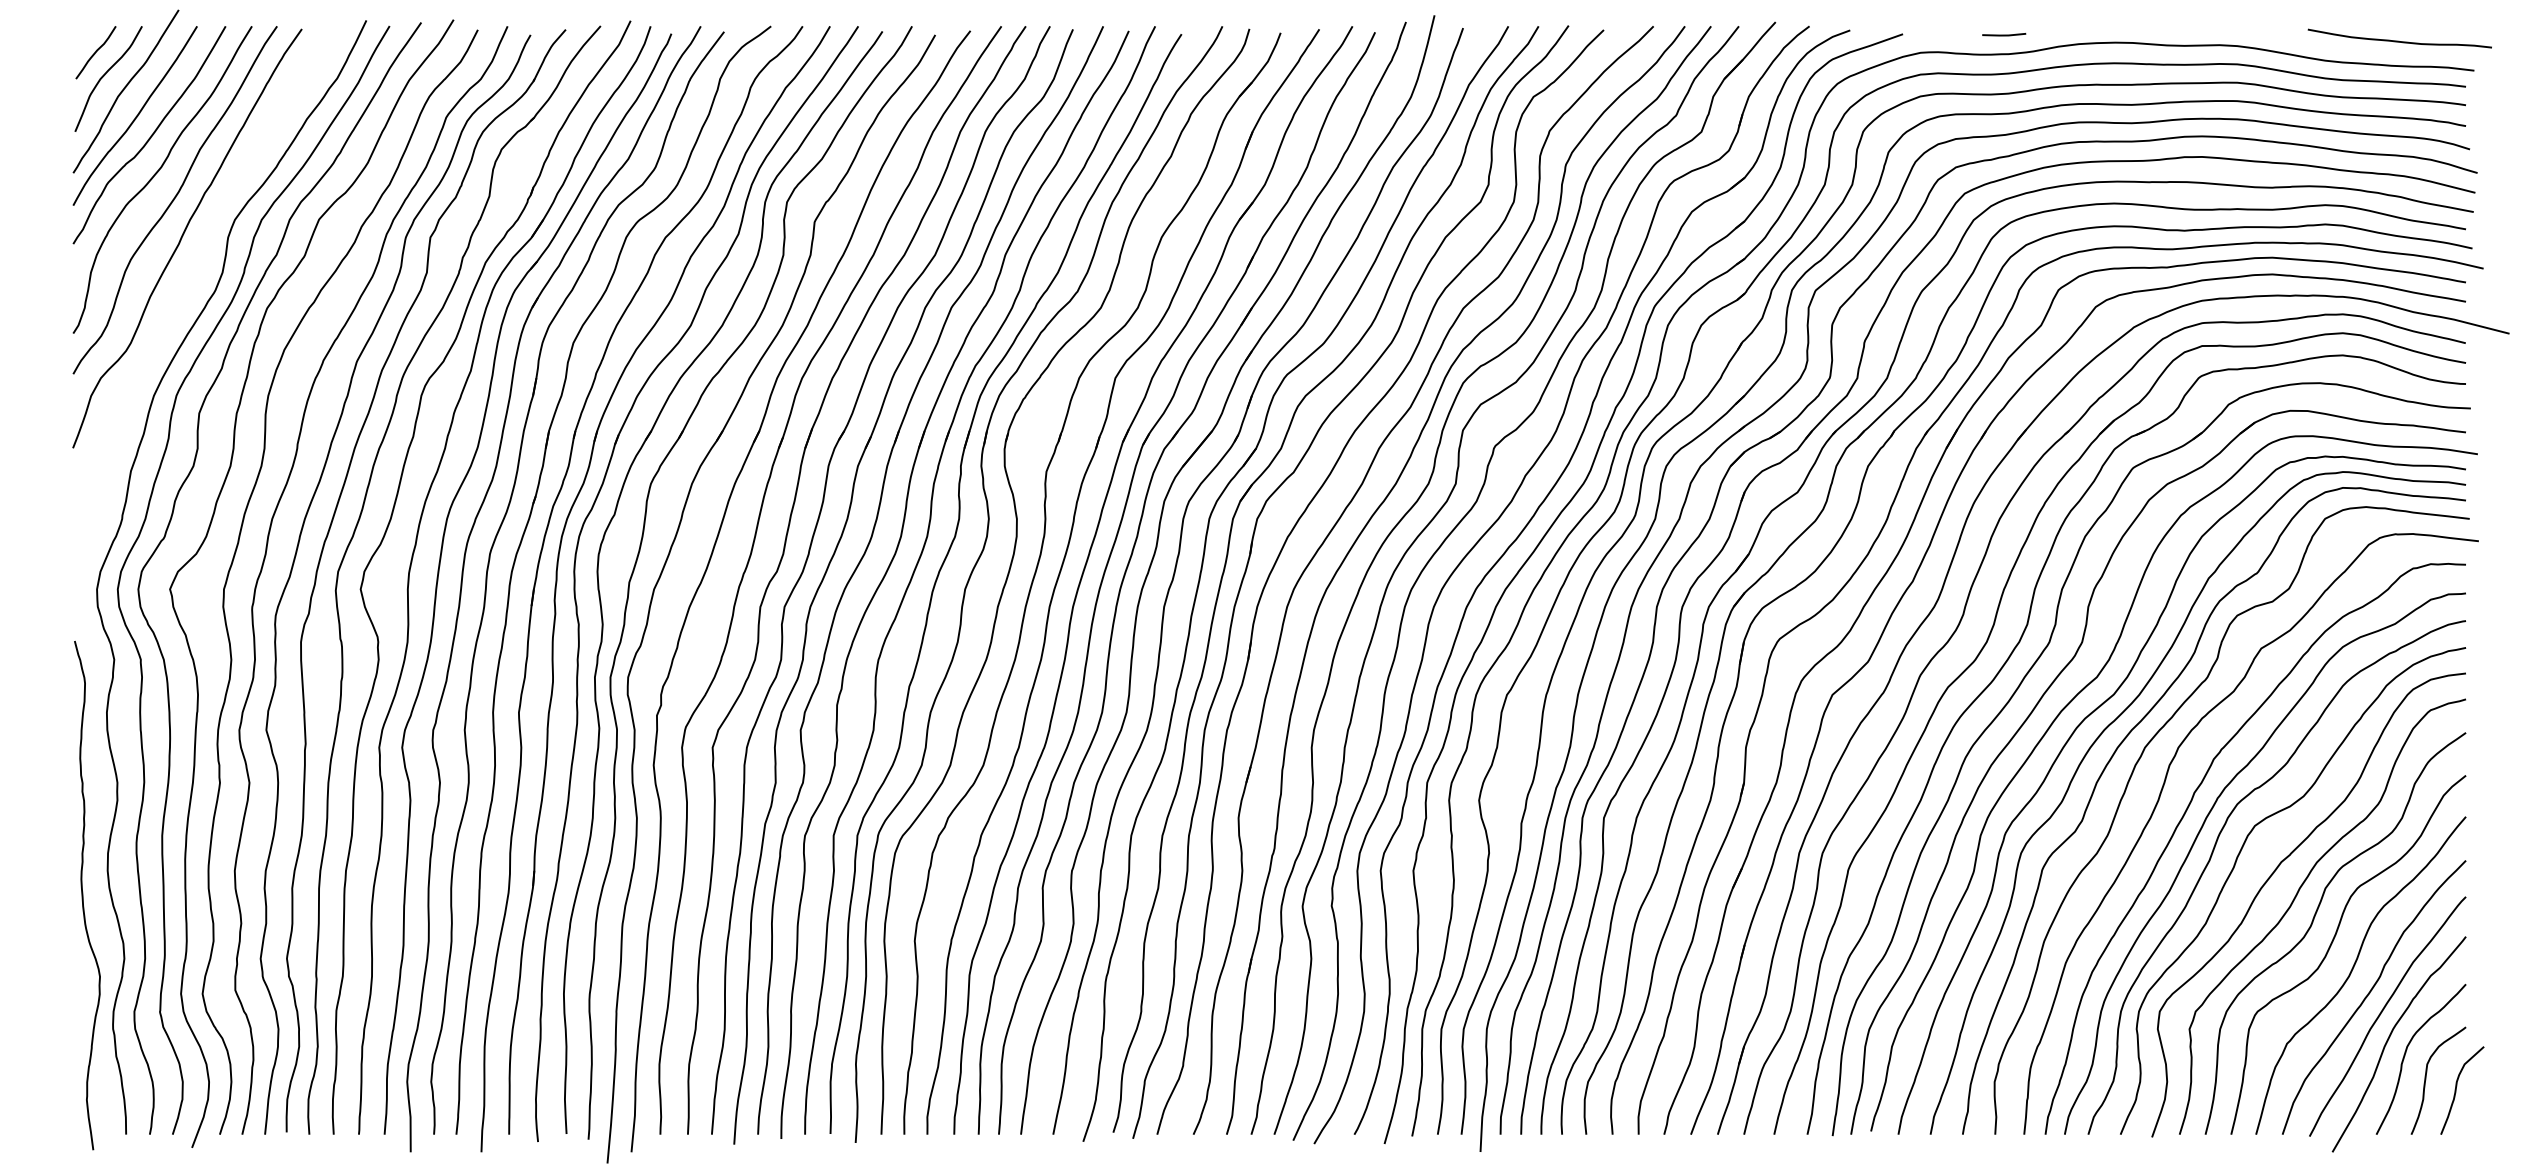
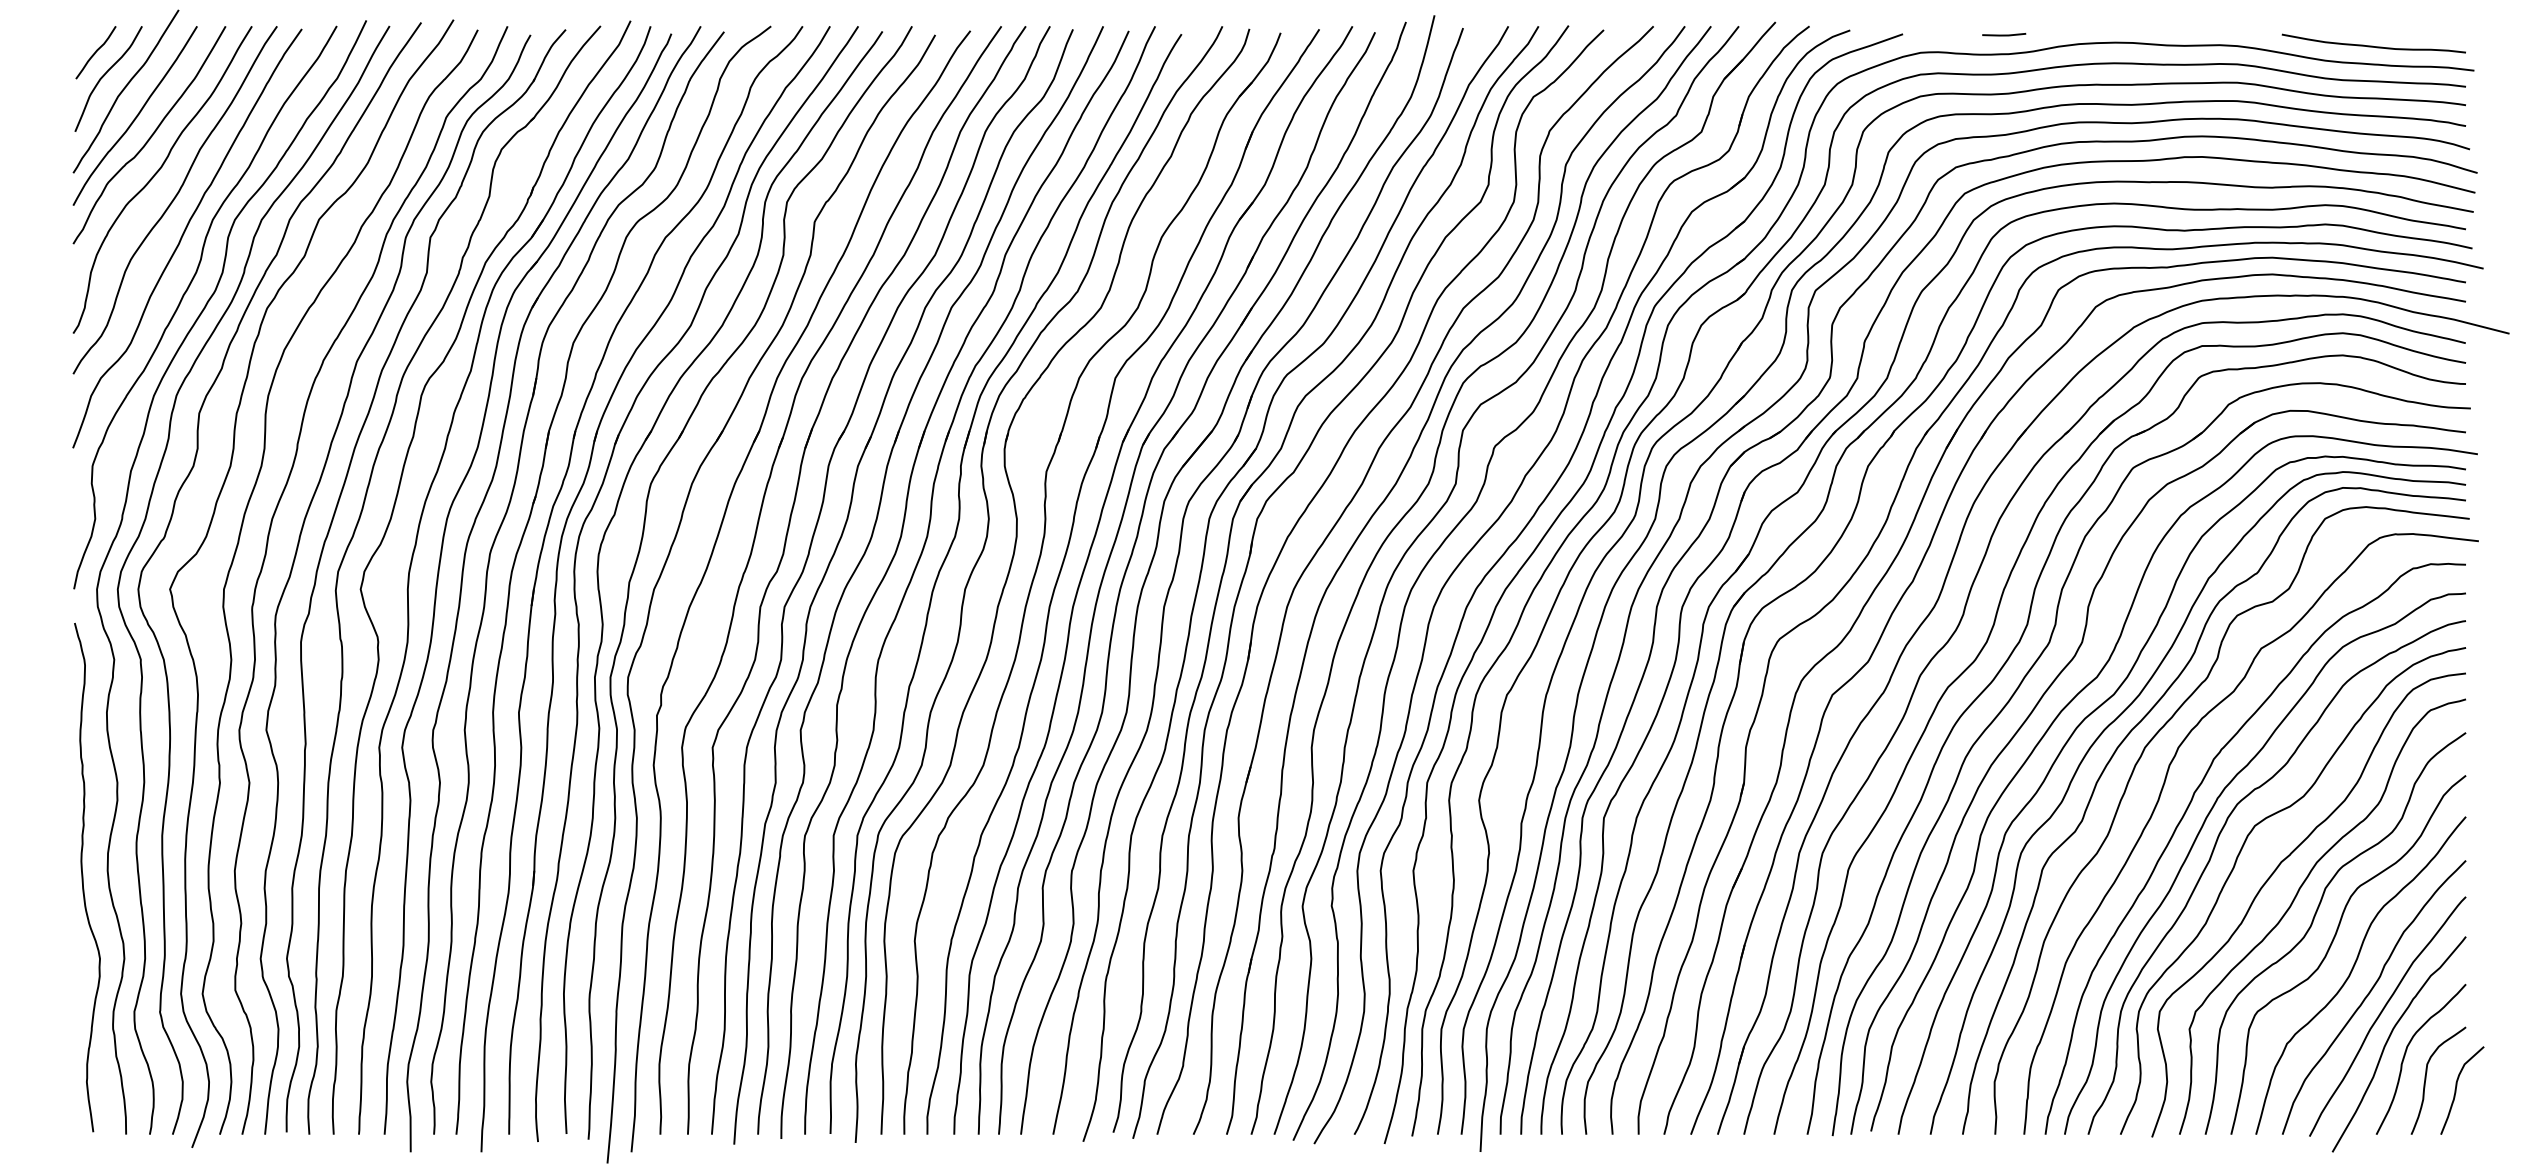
curve at (2398, 40) position: (2398, 40) -> (2372, 45)
curve at (183, 298): none -> present
curve at (83, 895) position: (83, 895) -> (83, 877)
